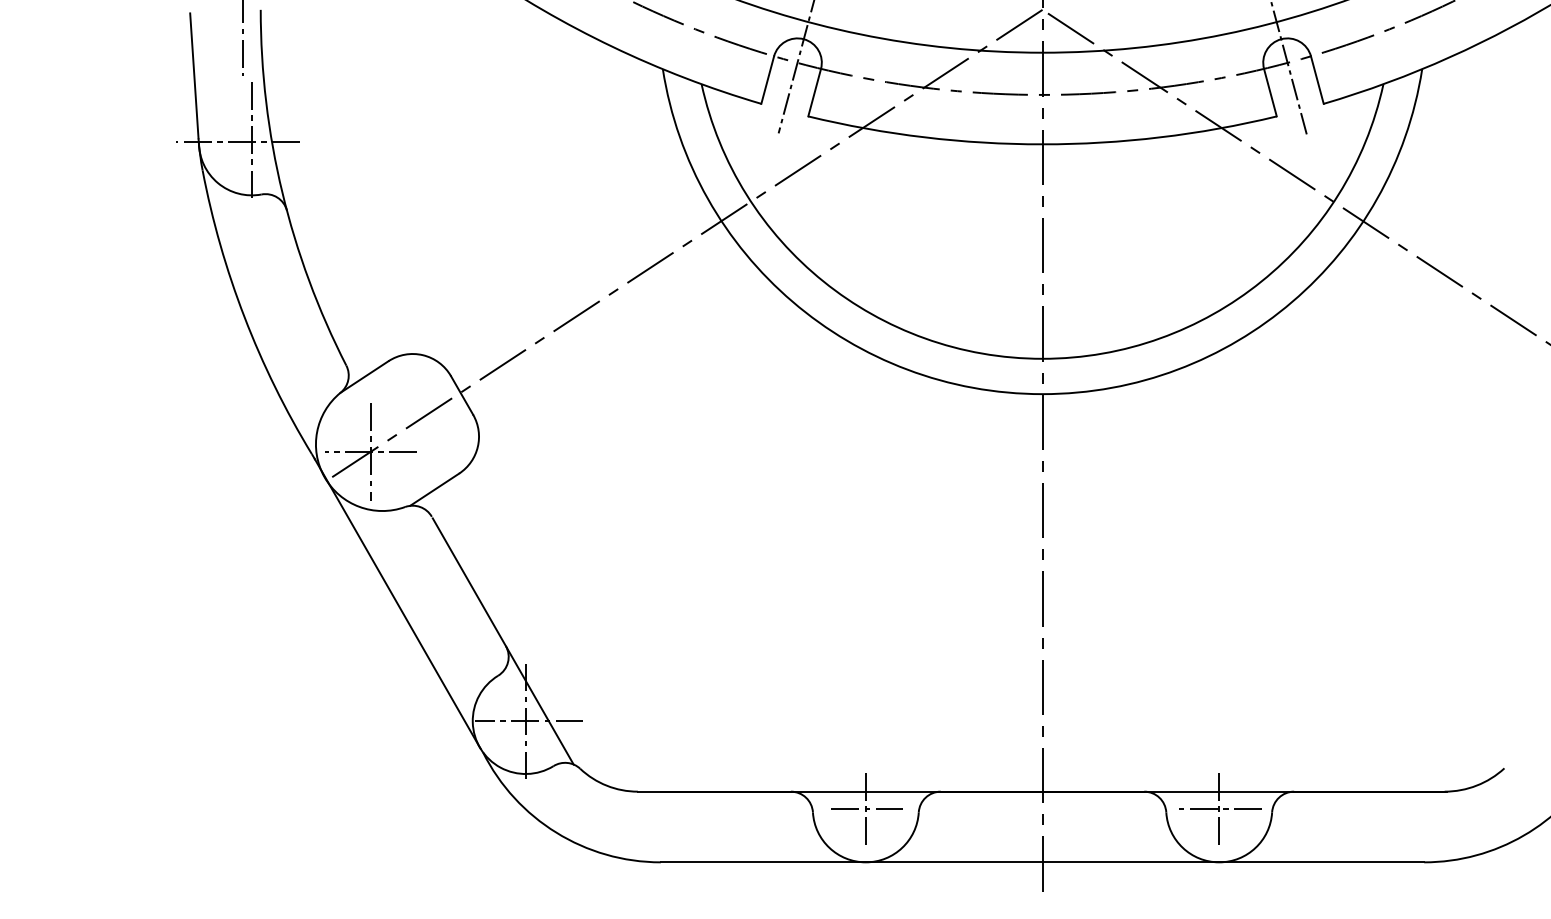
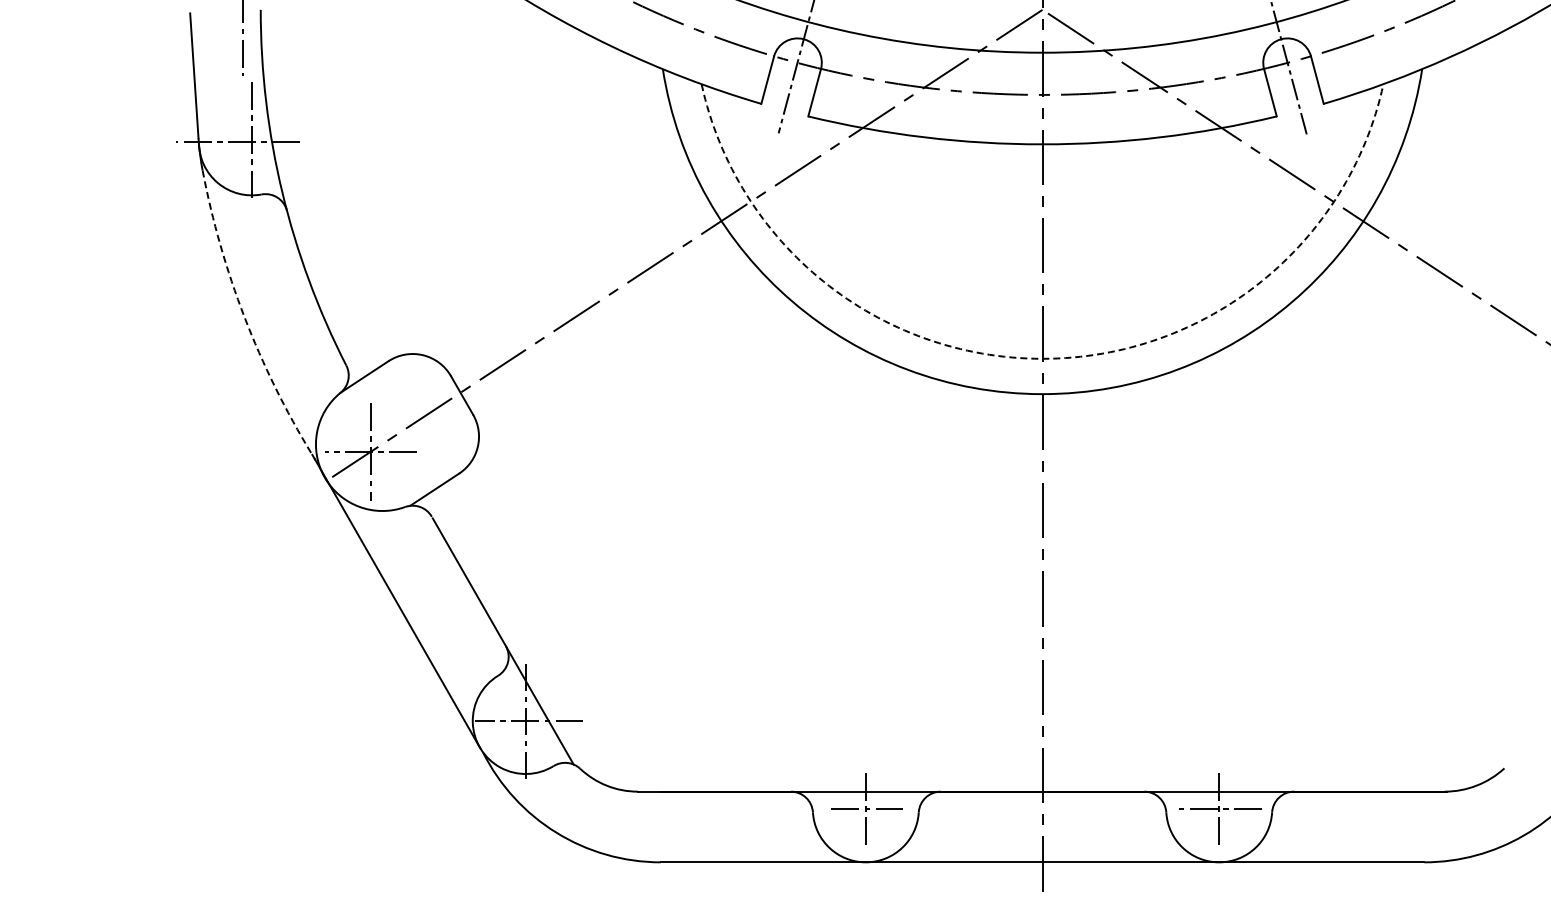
arc at (244, 317): solid -> dashed
arc at (1042, 358): solid -> dashed
